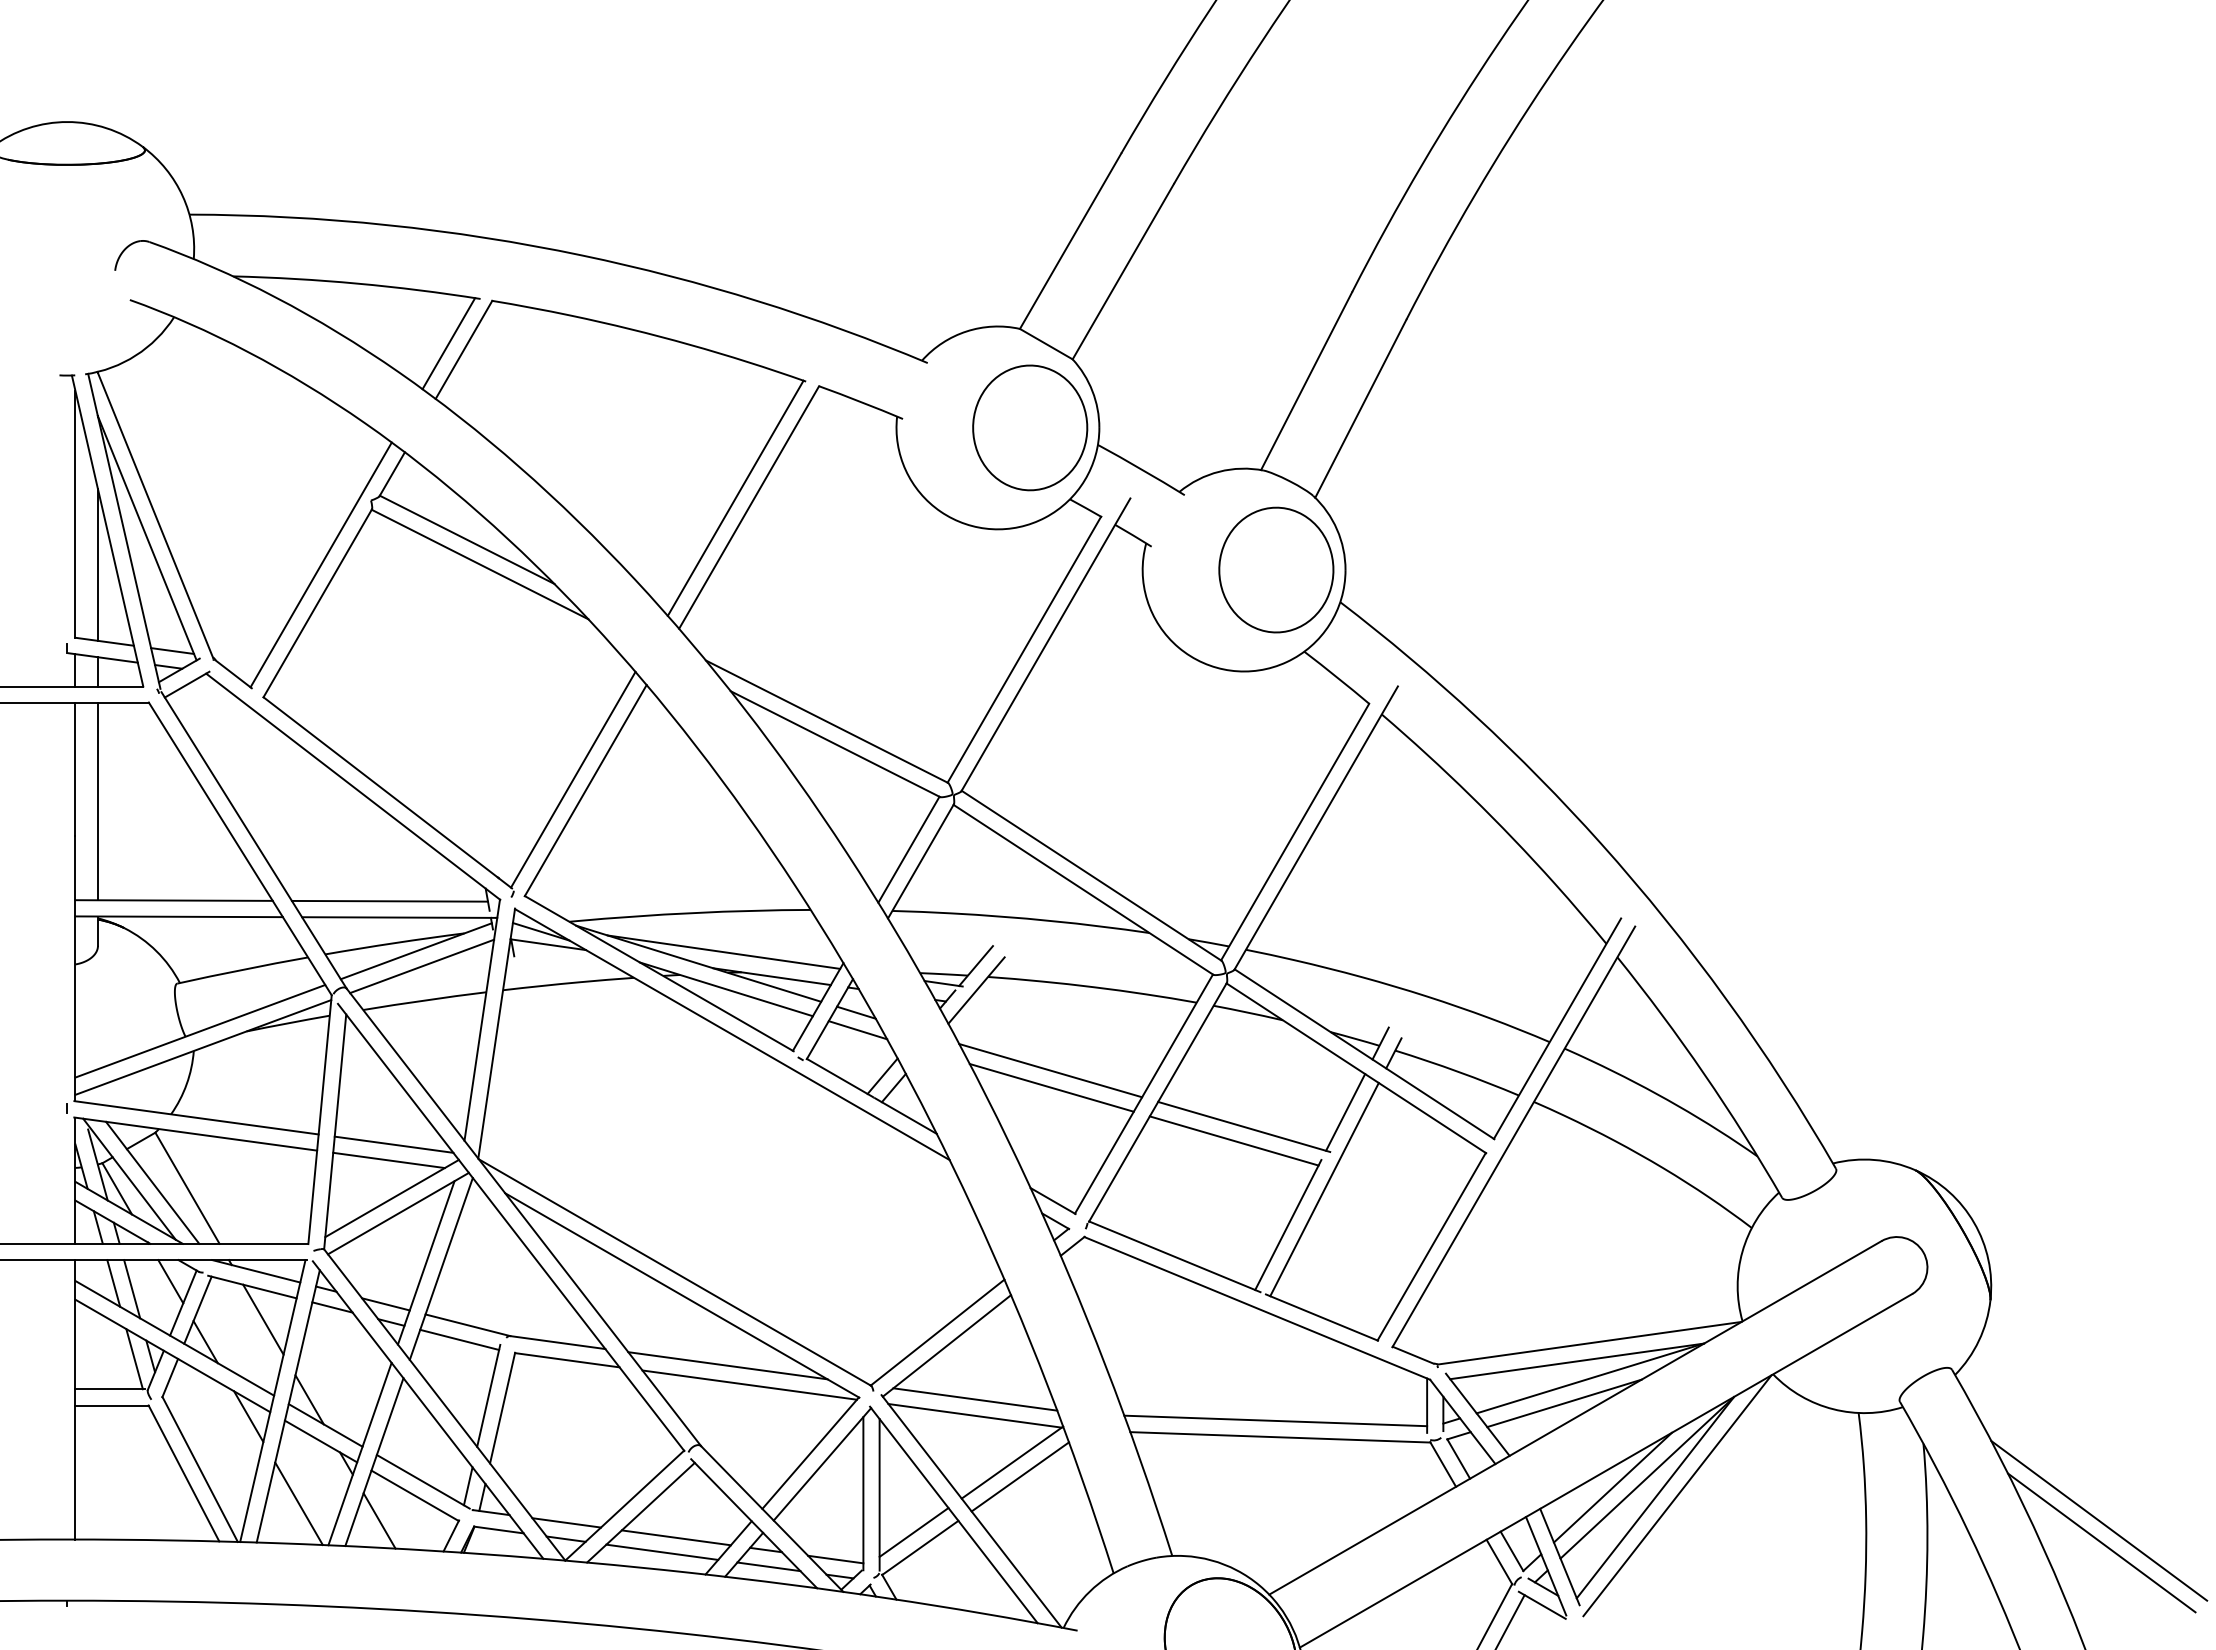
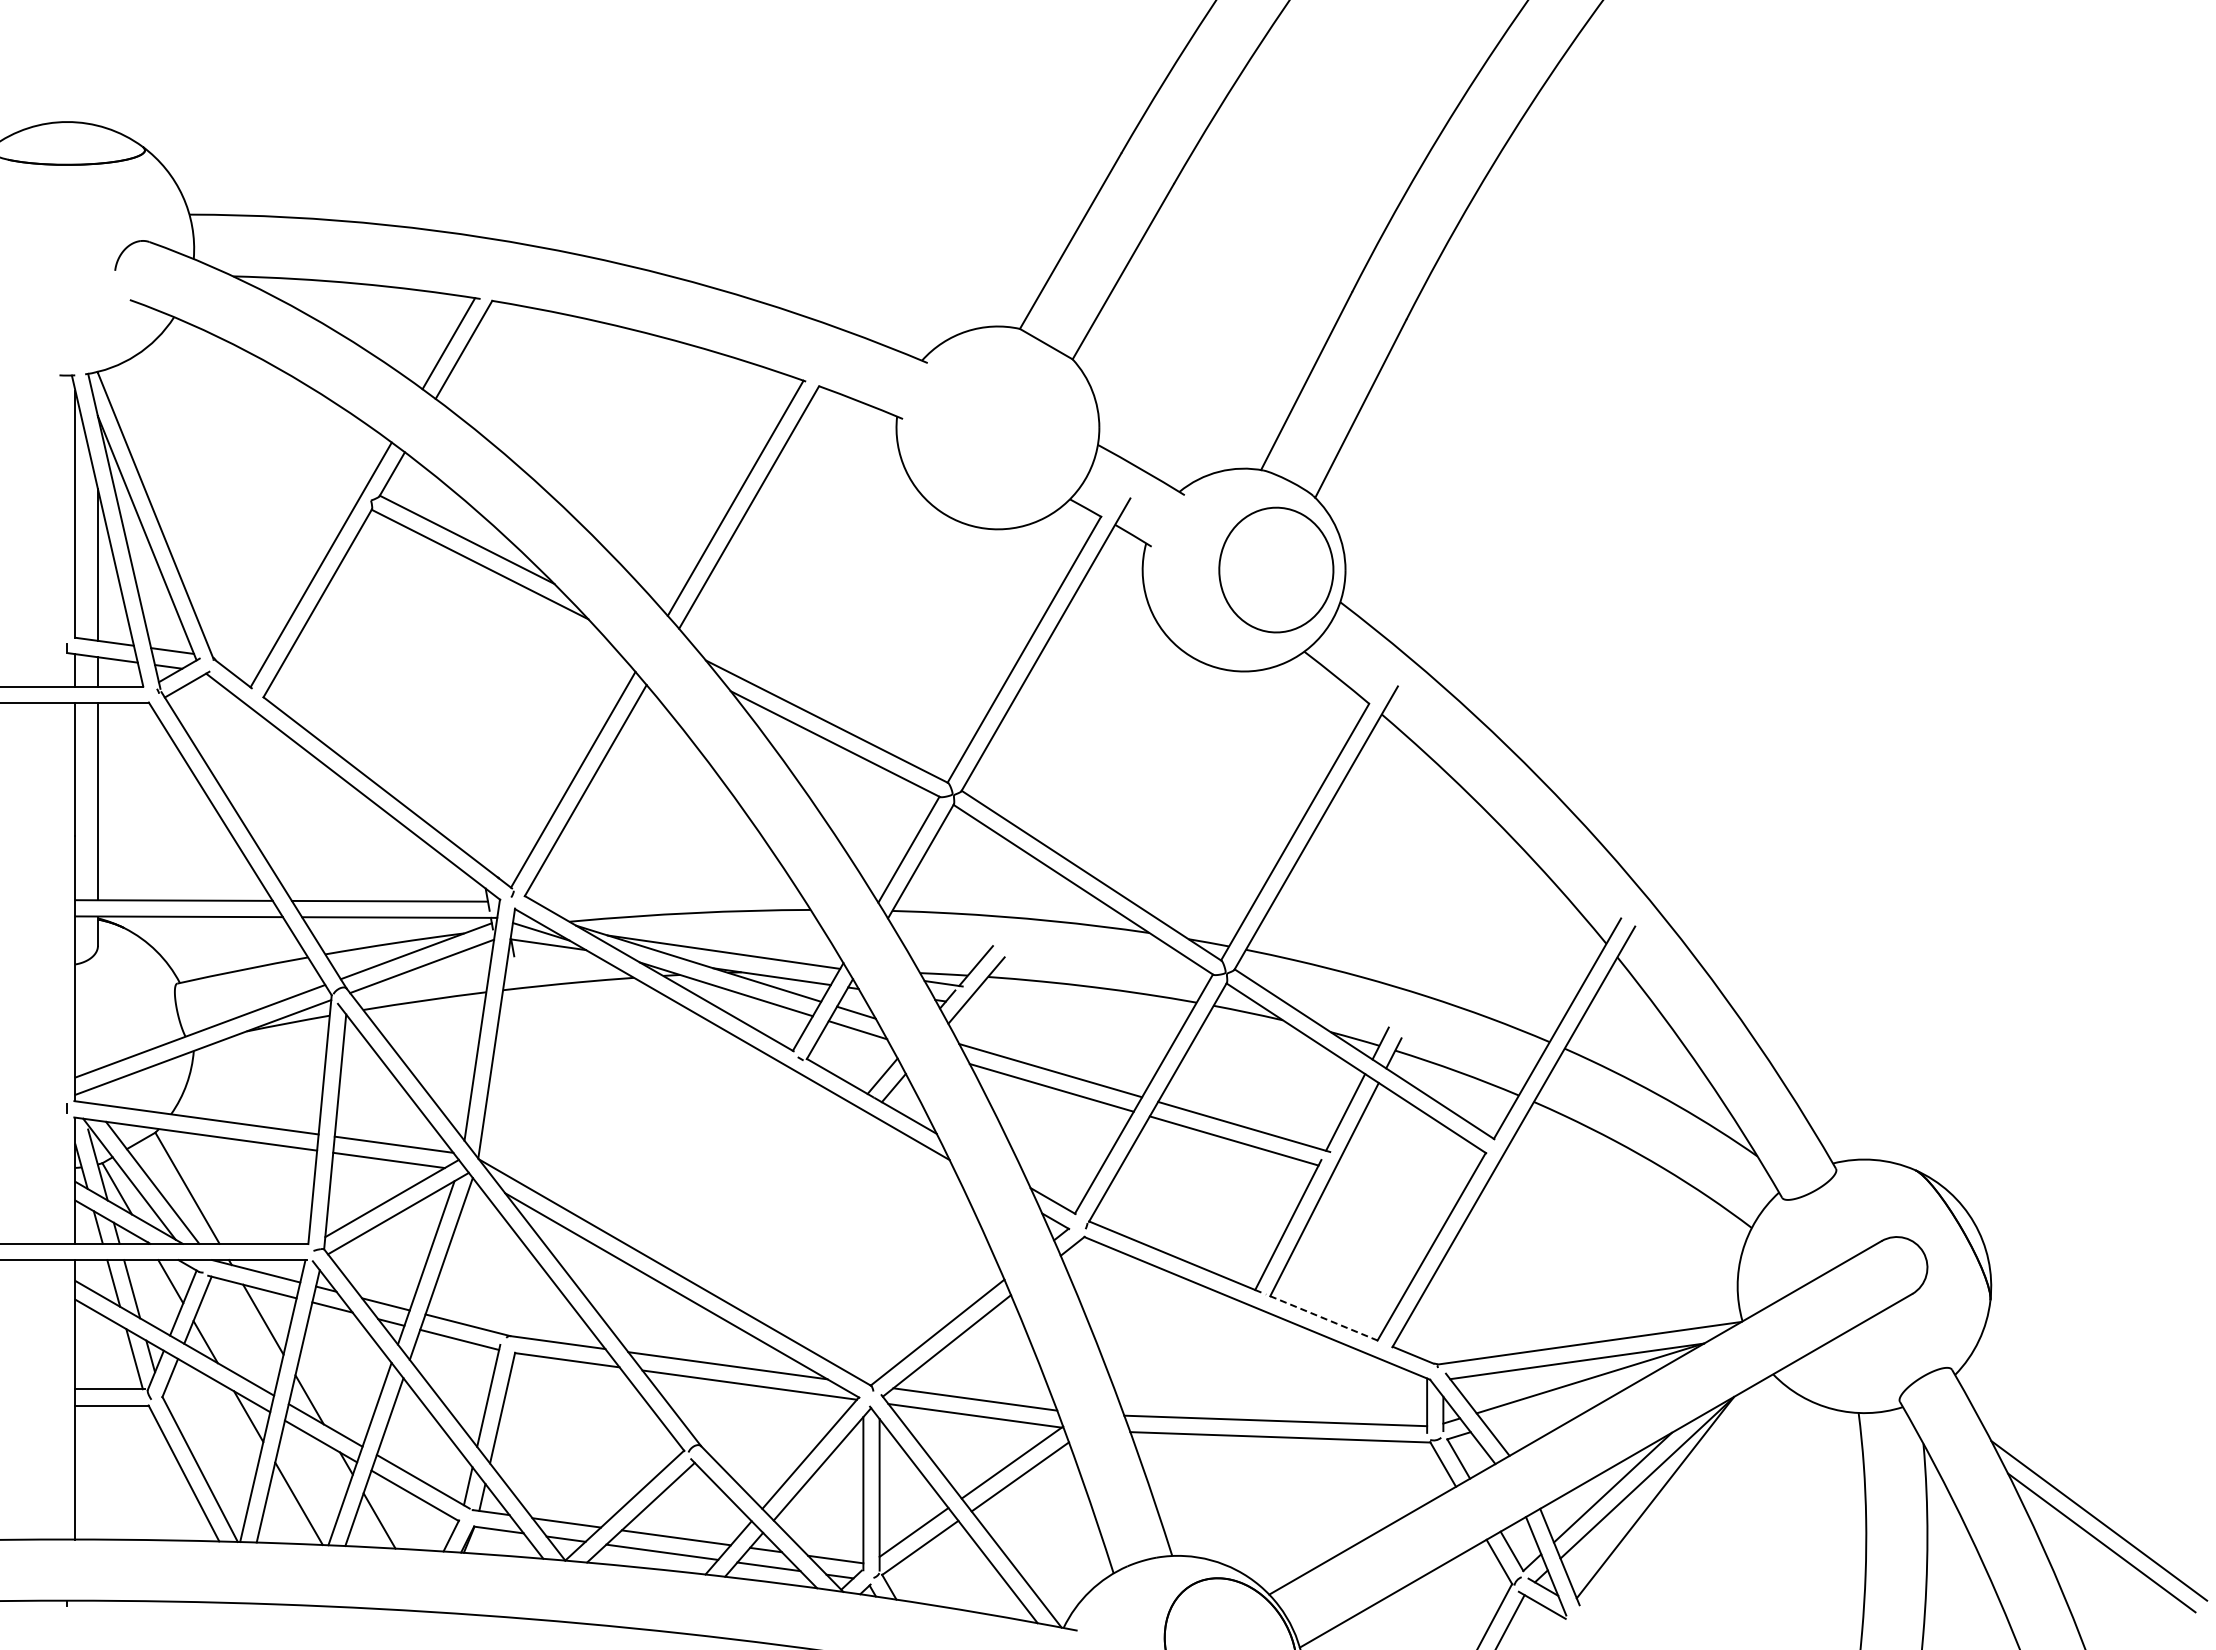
part at (1030, 427): present -> none
line at (1322, 1317): solid -> dashed
line at (1564, 1403): present -> none
line at (1677, 1495): present -> none
